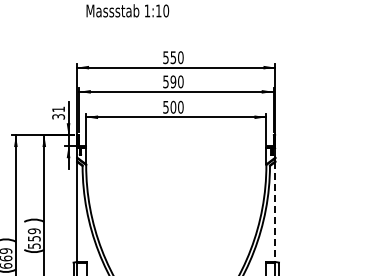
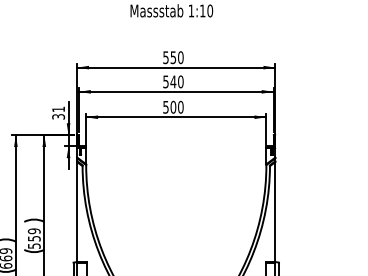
text at (127, 10) position: (127, 10) -> (171, 10)
text at (173, 81): 590 -> 540
line at (275, 212): dashed -> solid
